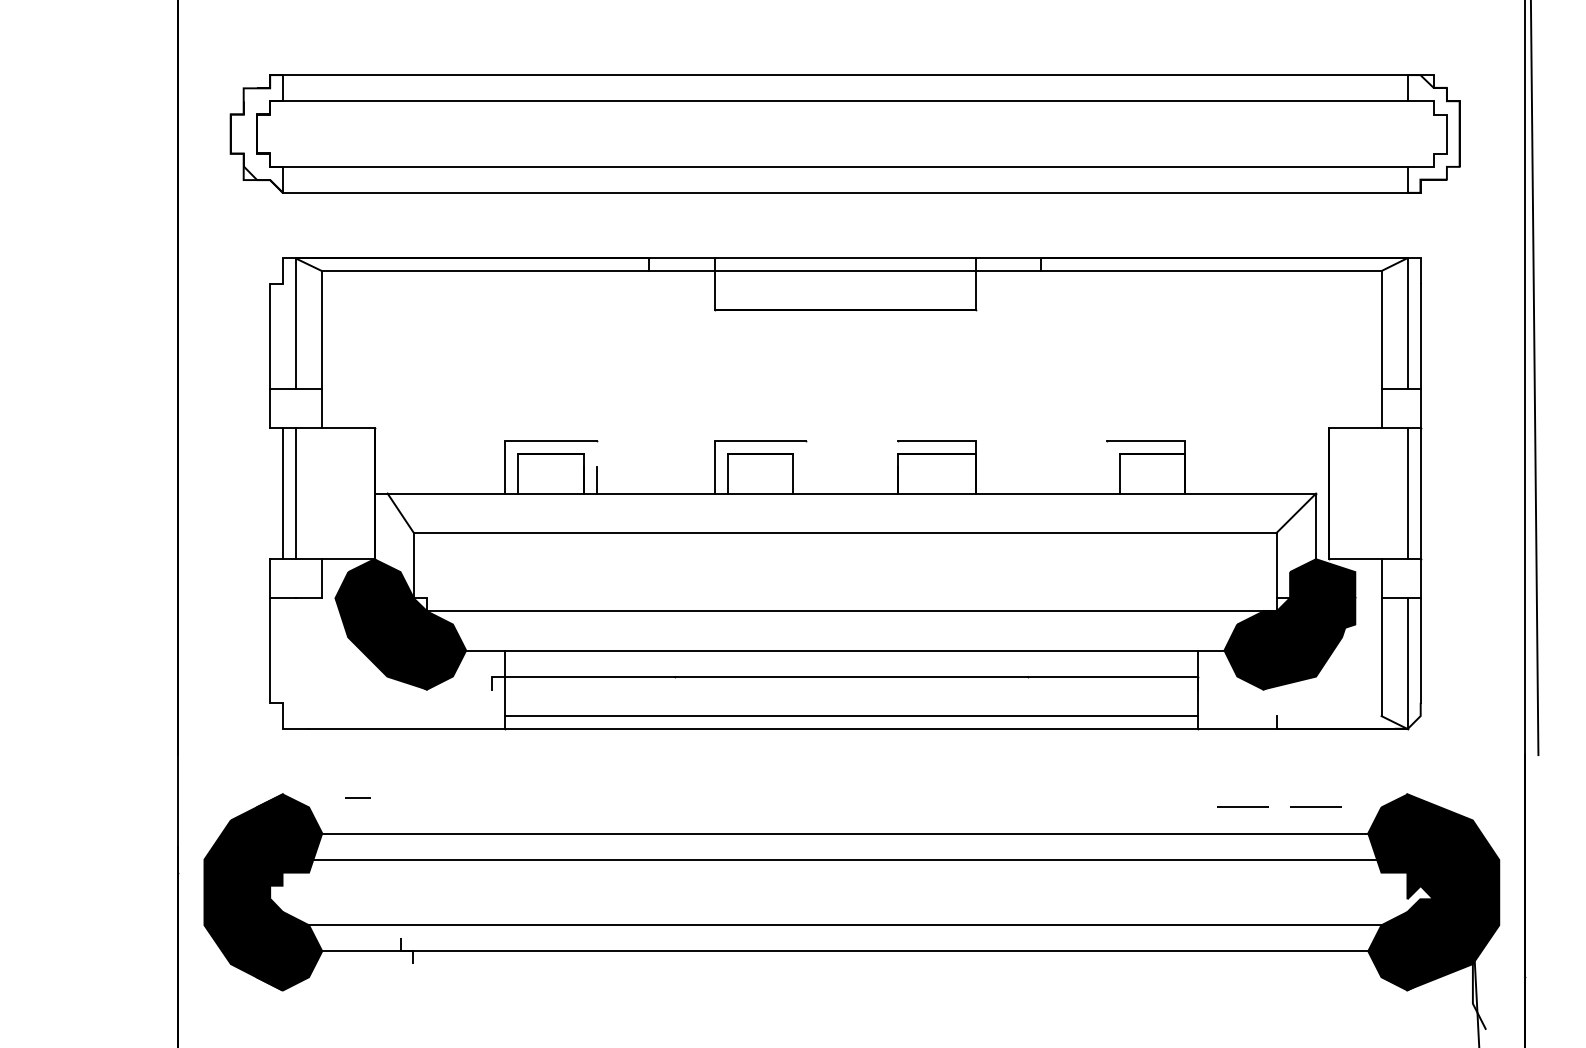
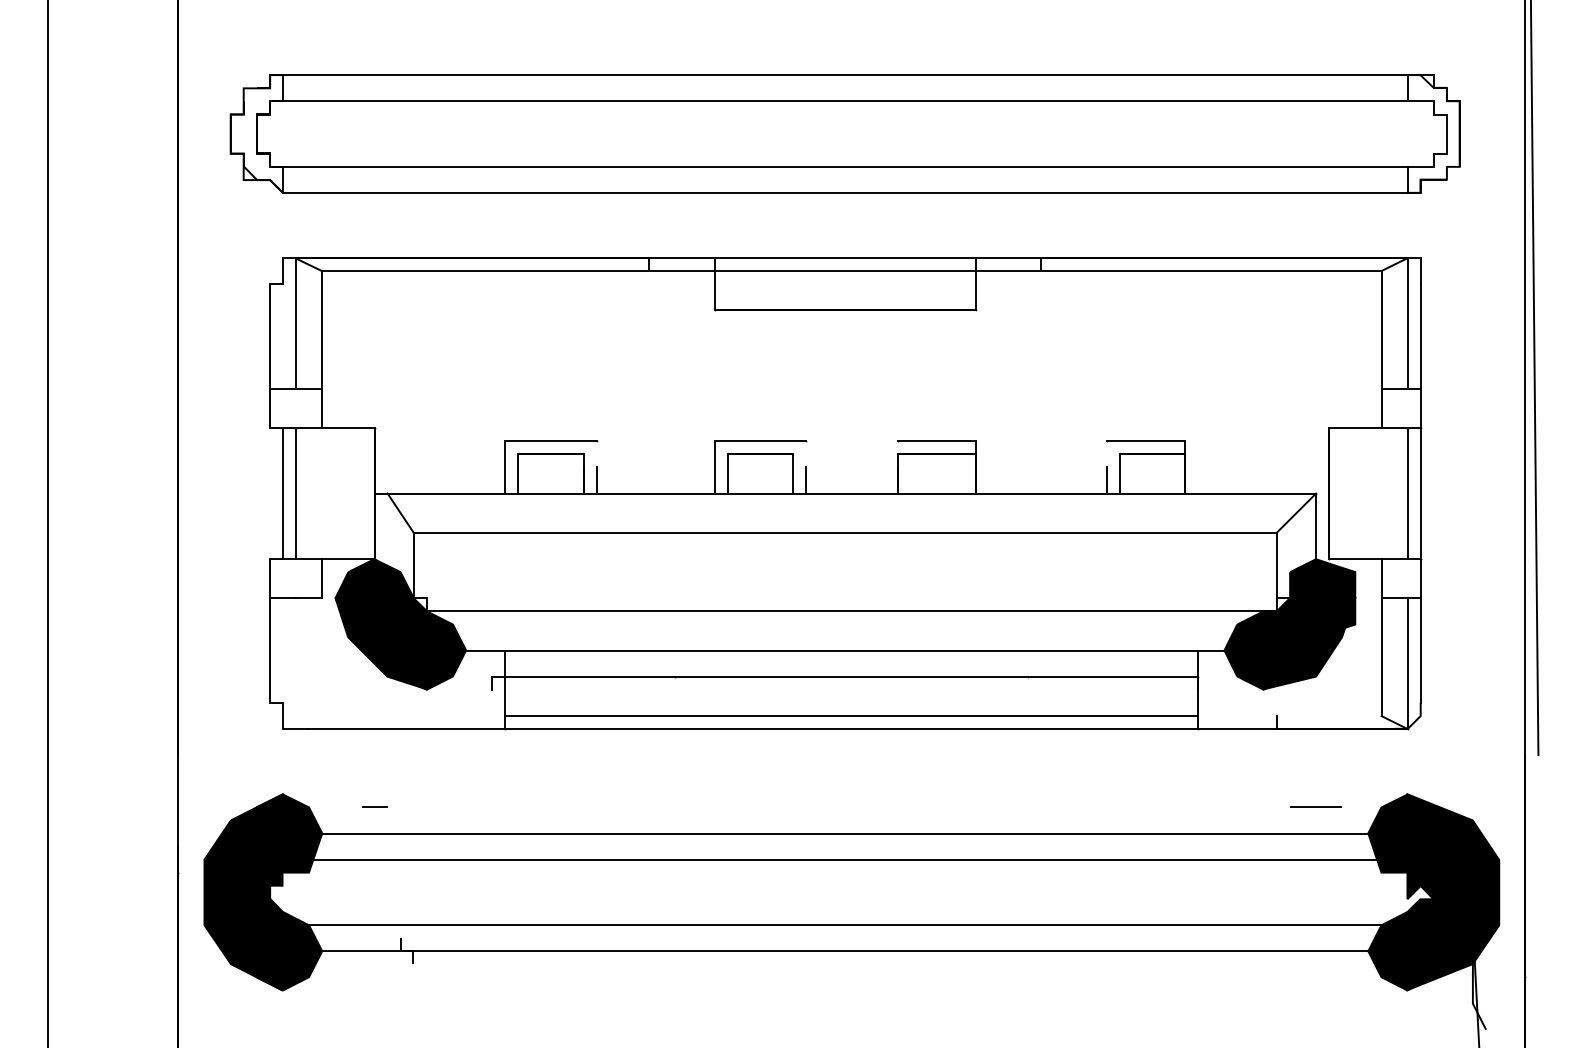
line at (806, 480): none -> present
line at (1106, 480): none -> present
line at (47, 523): none -> present
line at (357, 797) position: (357, 797) -> (374, 806)
line at (1242, 806): present -> none
